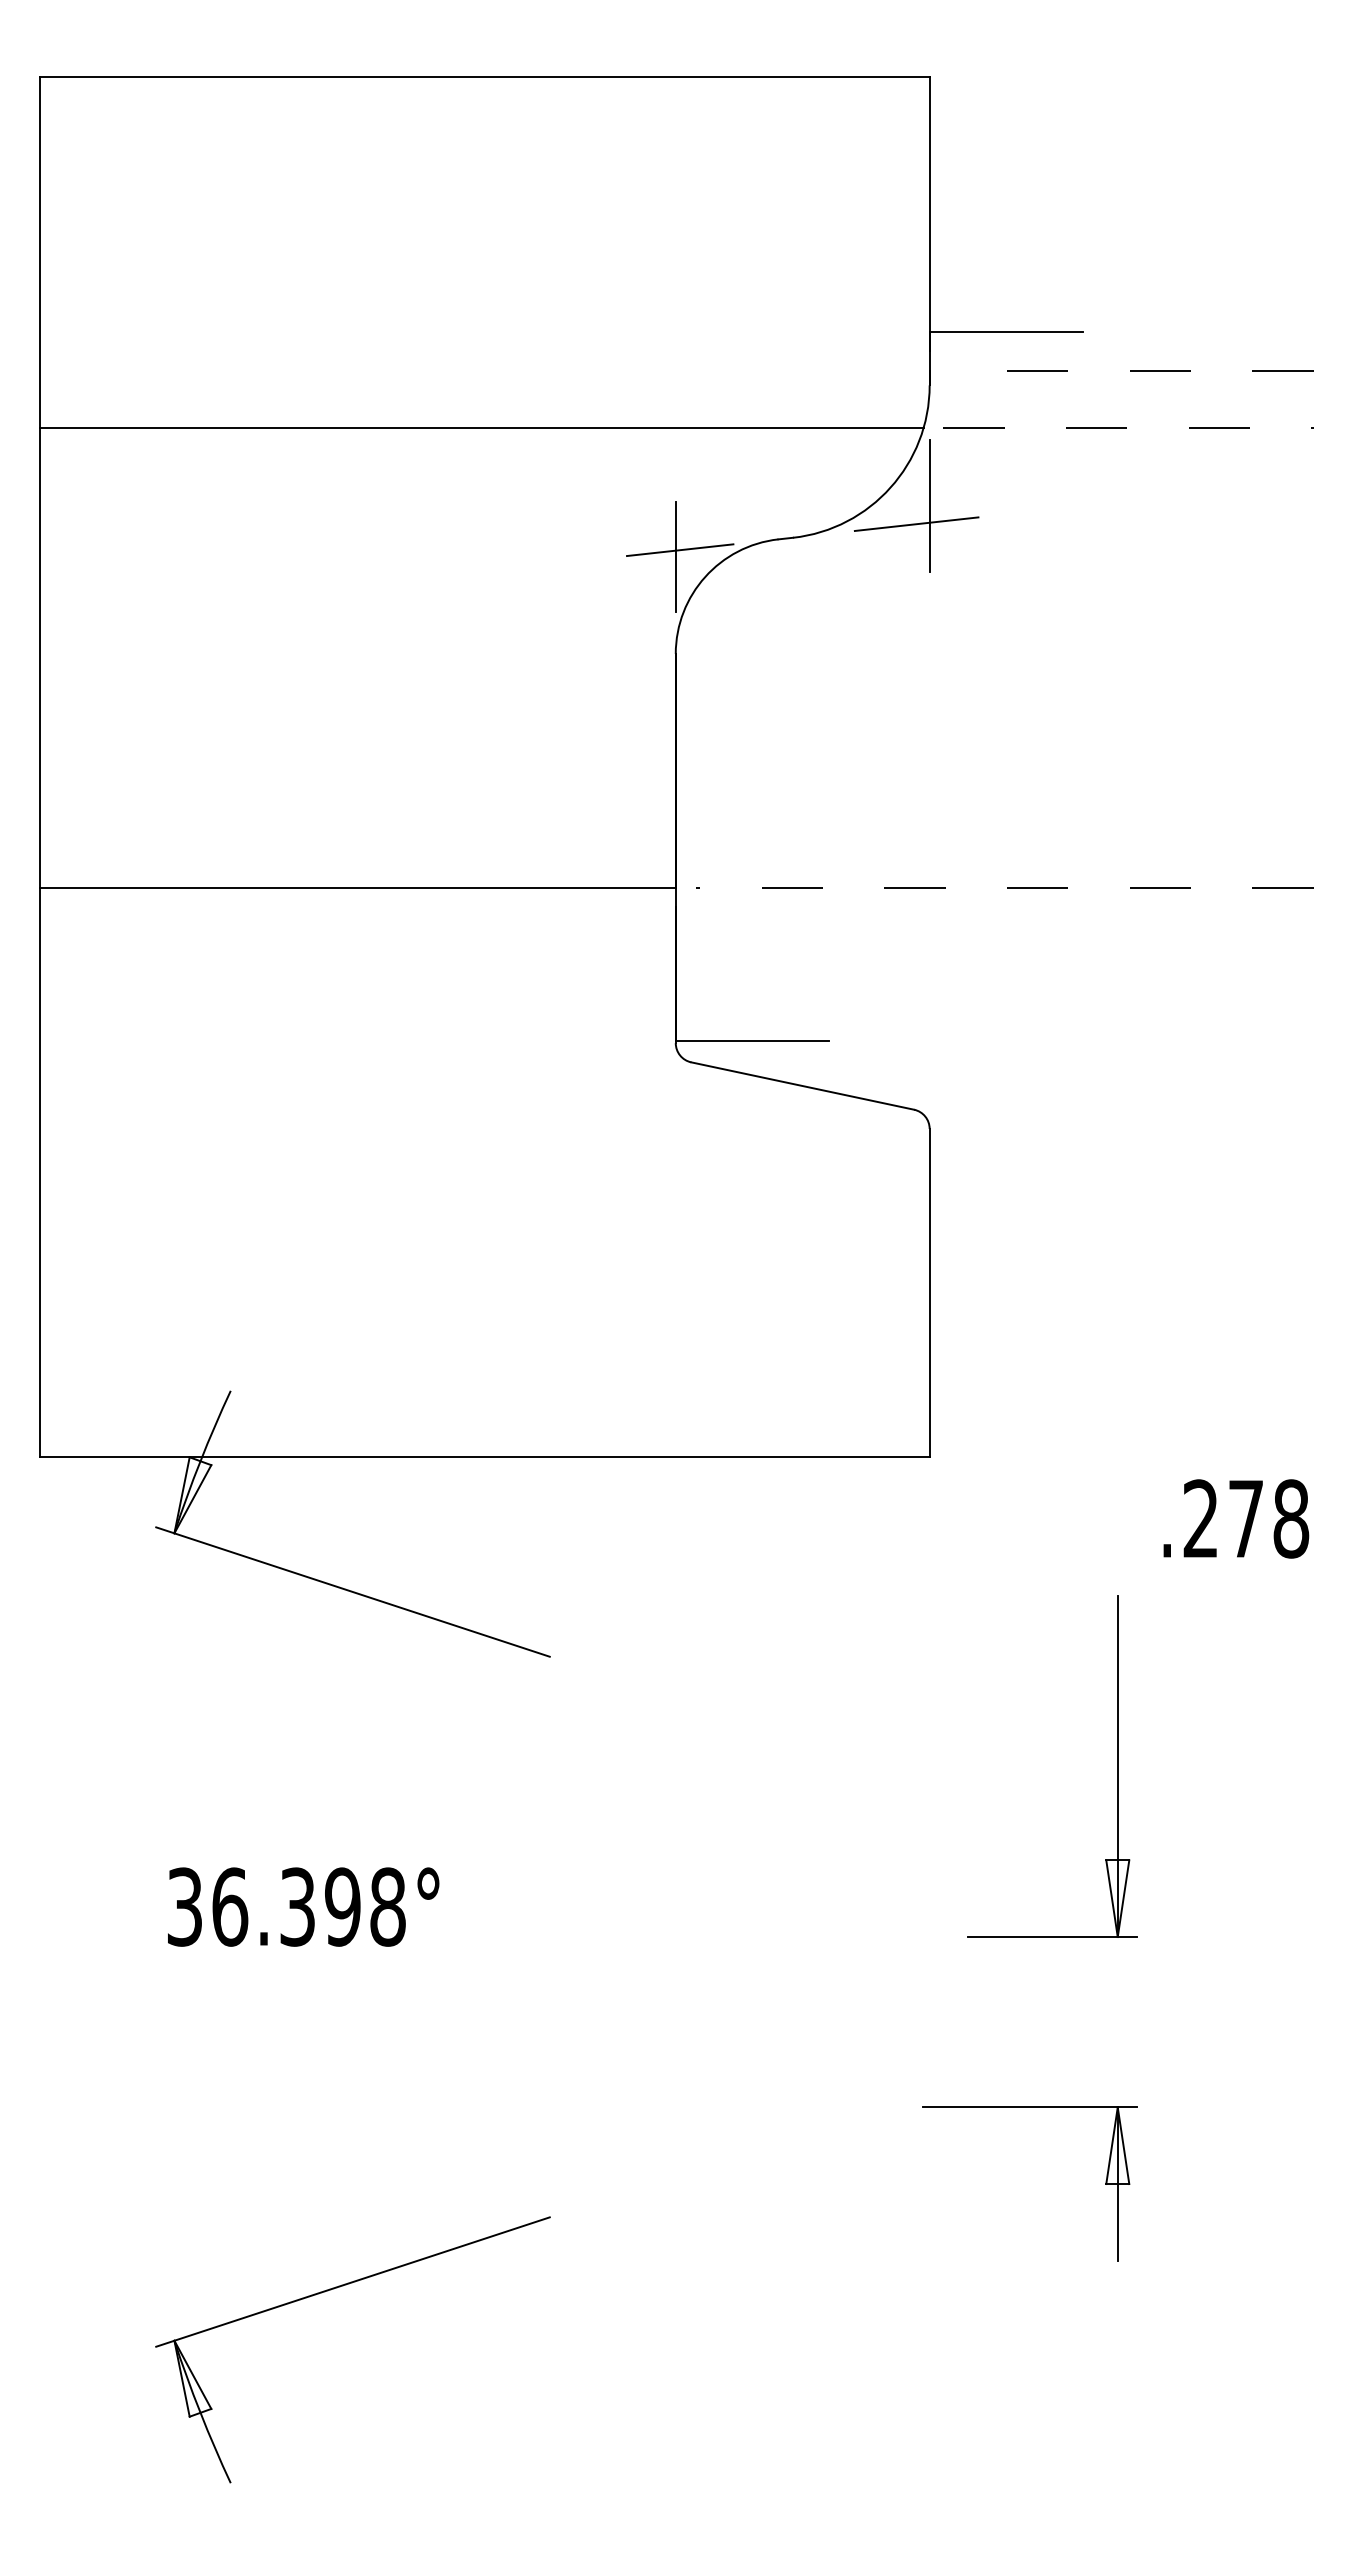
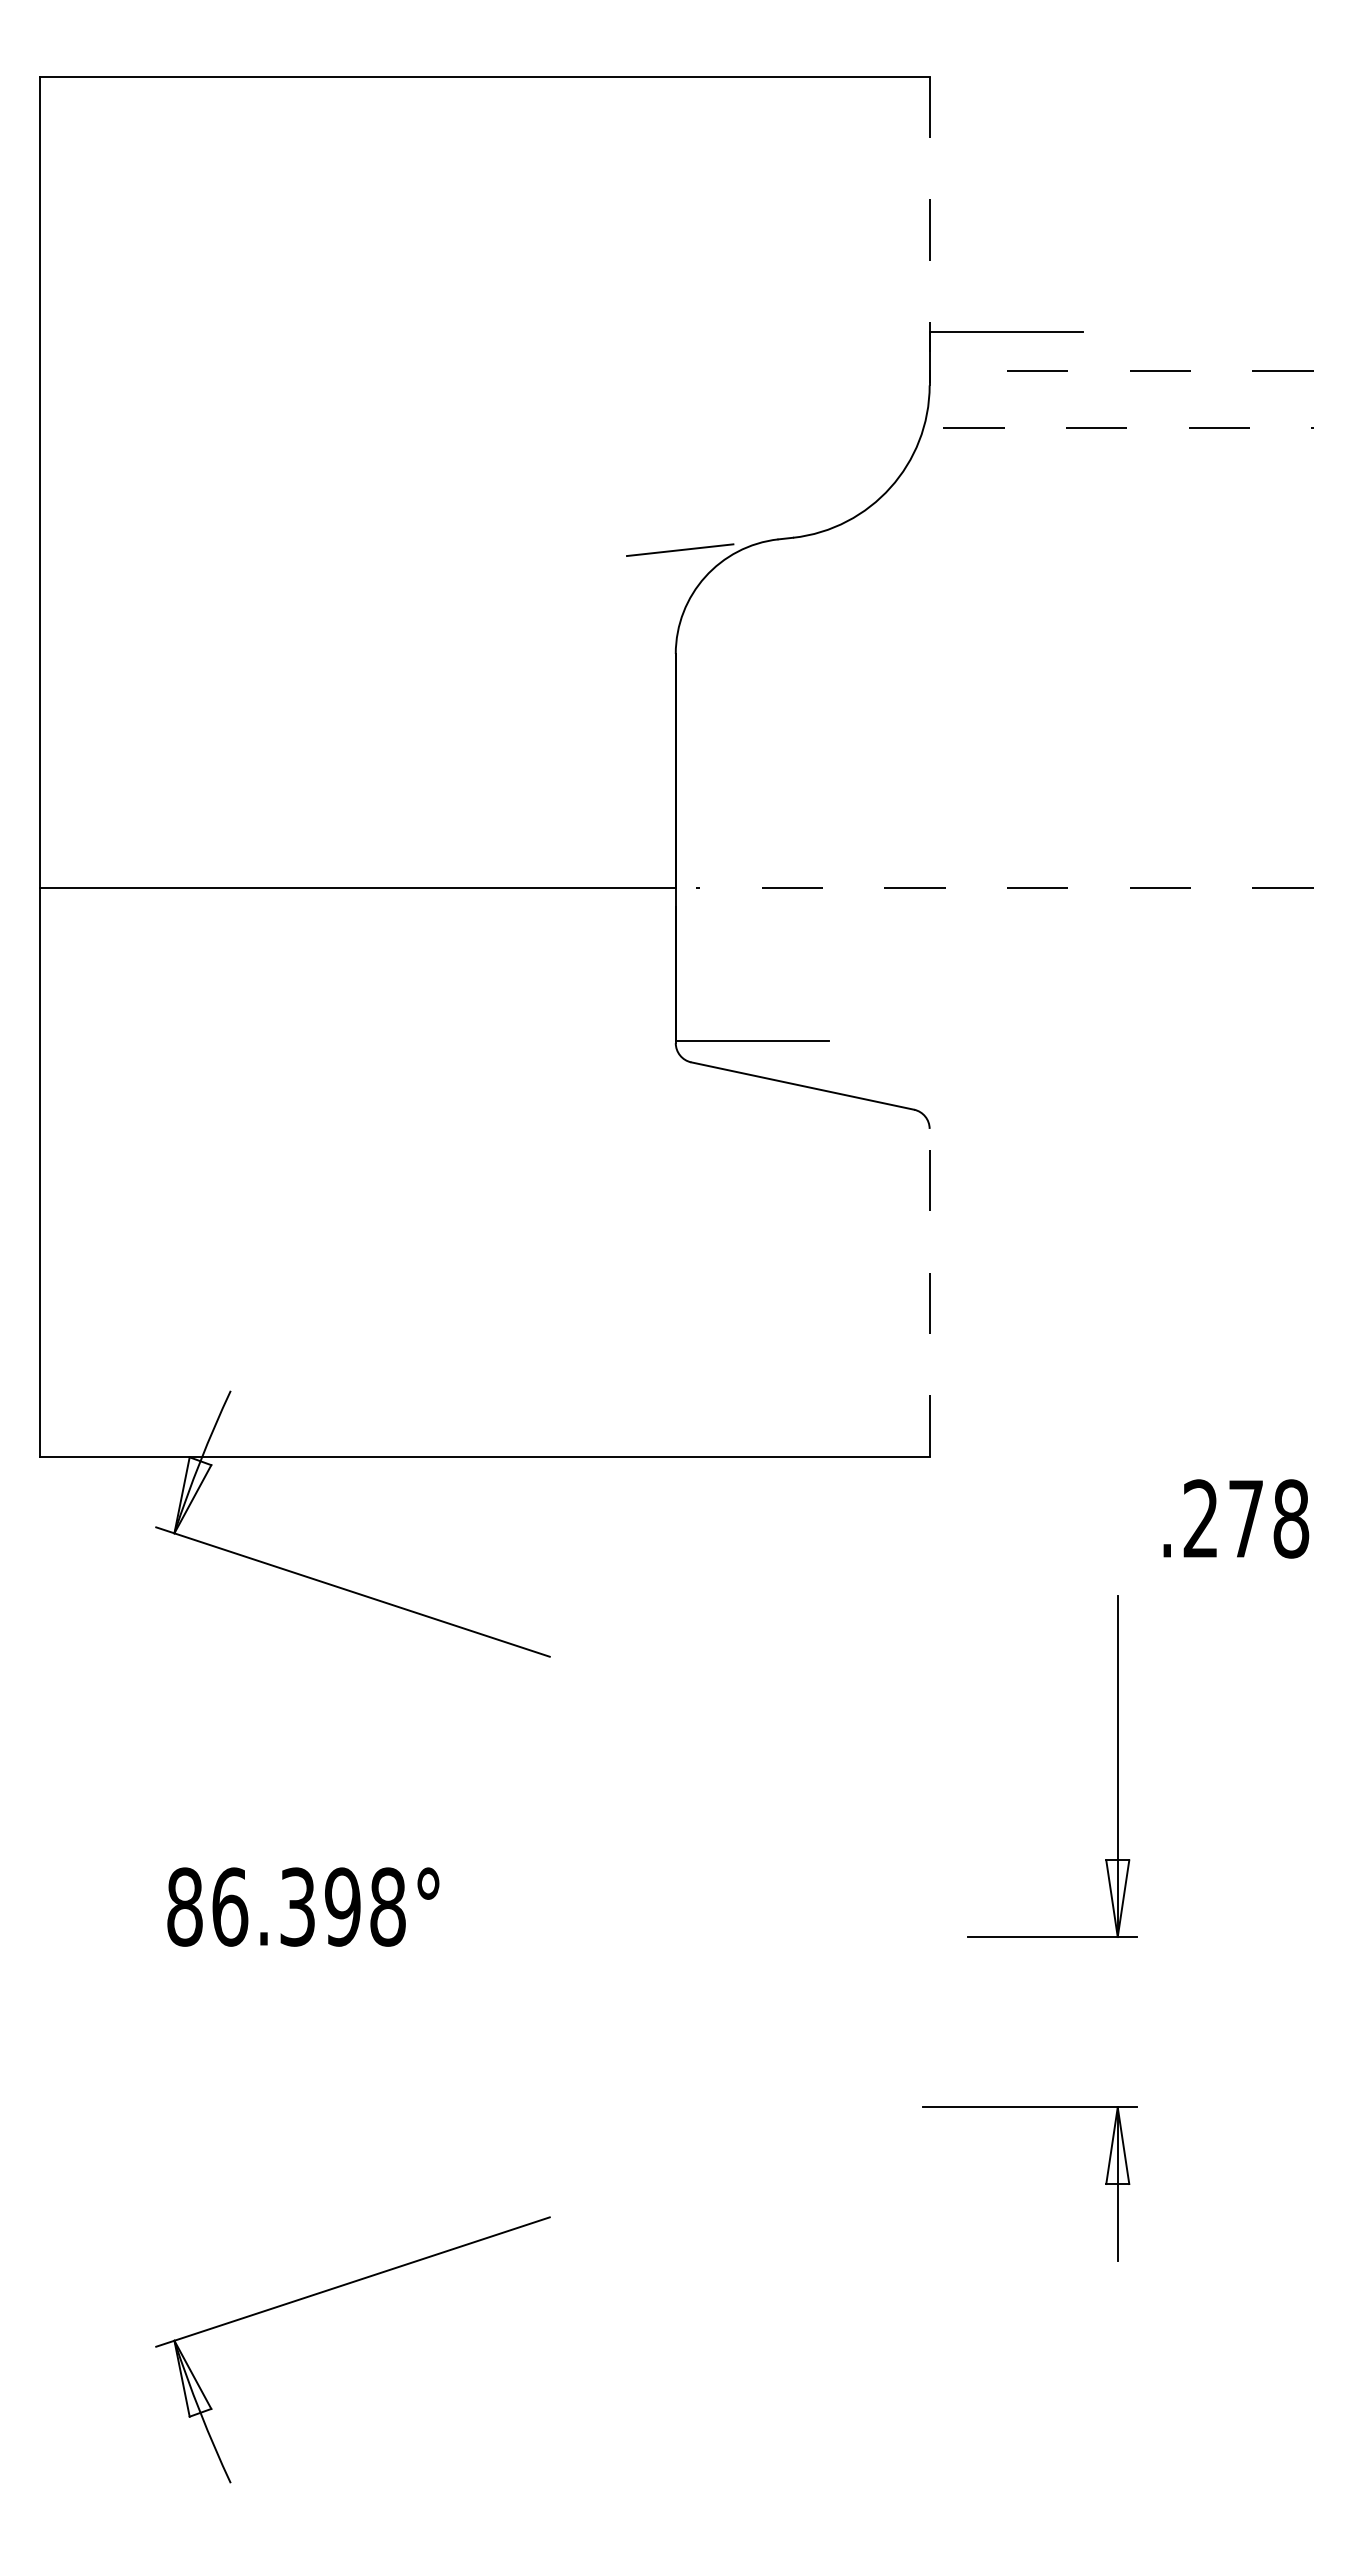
line at (929, 231): solid -> dashed
line at (481, 427): present -> none
part at (929, 505): present -> none
line at (675, 556): present -> none
line at (929, 1292): solid -> dashed
text at (184, 1906): 36.398° -> 86.398°
